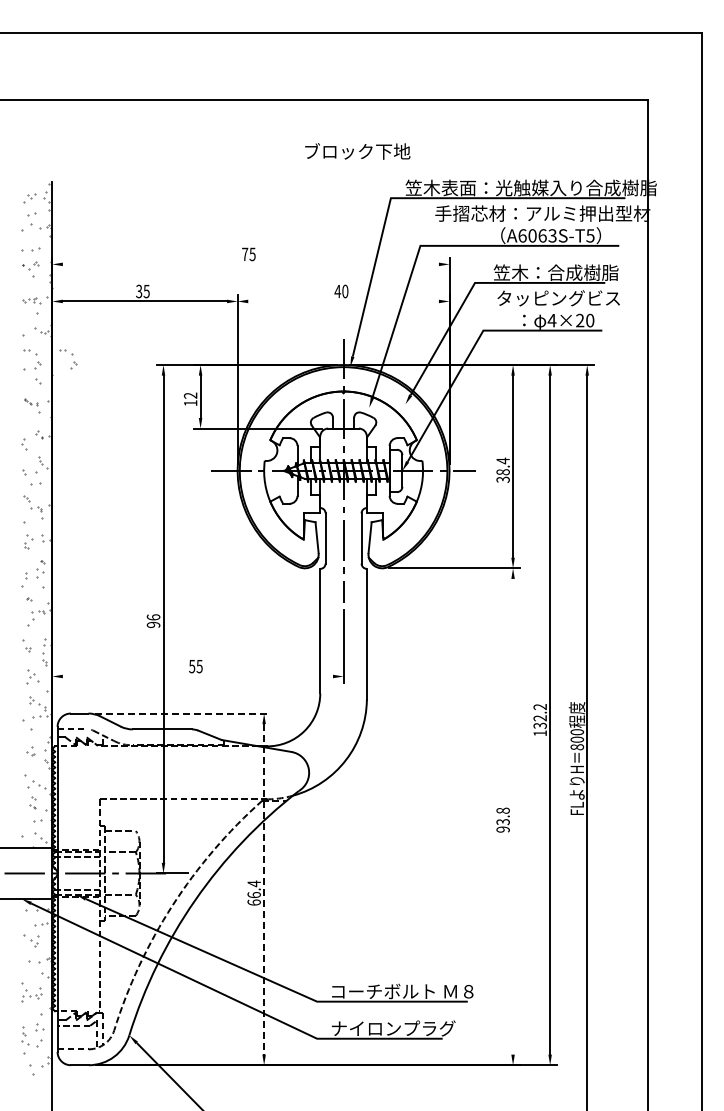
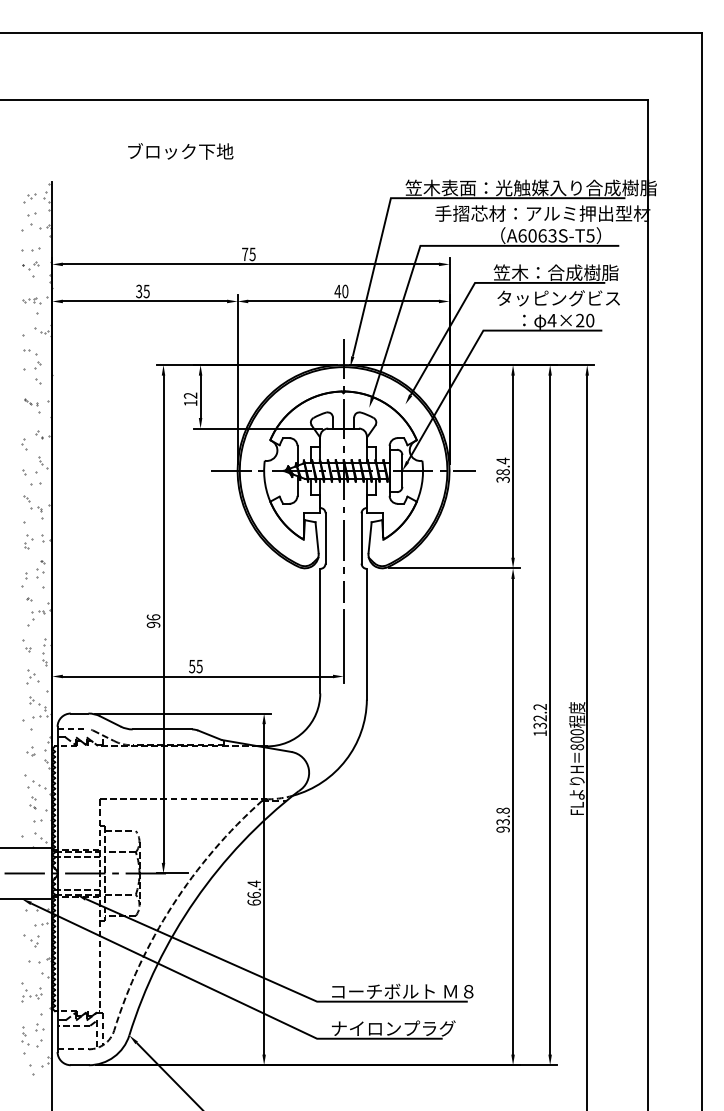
text at (357, 151) position: (357, 151) -> (180, 151)
line at (250, 264): none -> present
line at (343, 301): none -> present
part at (68, 359): present -> none
line at (197, 676): none -> present
line at (182, 713): dashed -> solid
line at (513, 816): none -> present
line at (264, 889): dashed -> solid
